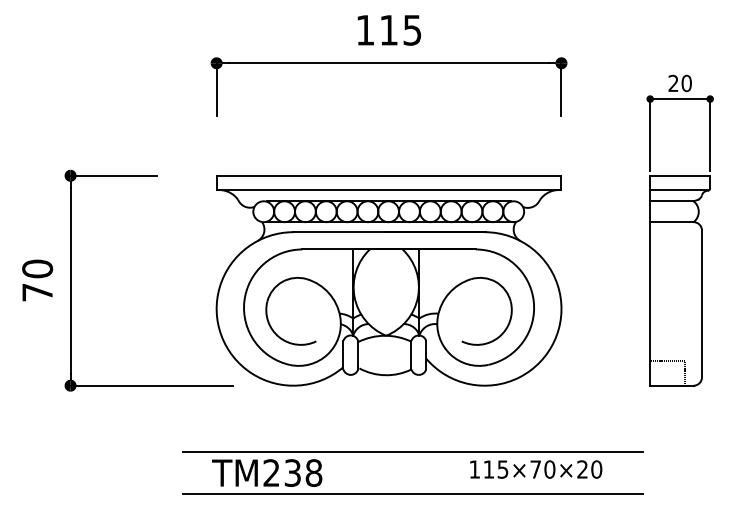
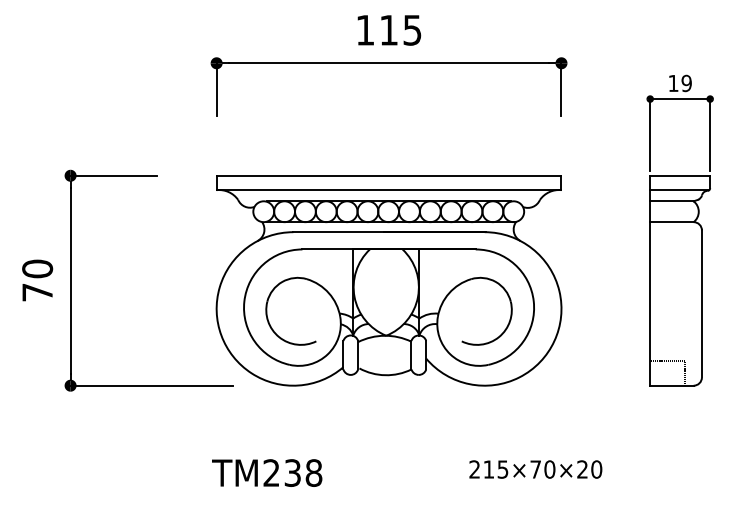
text at (679, 83): 20 -> 19
line at (412, 451): present -> none
text at (474, 469): 115×70×20 -> 215×70×20
line at (412, 493): present -> none
